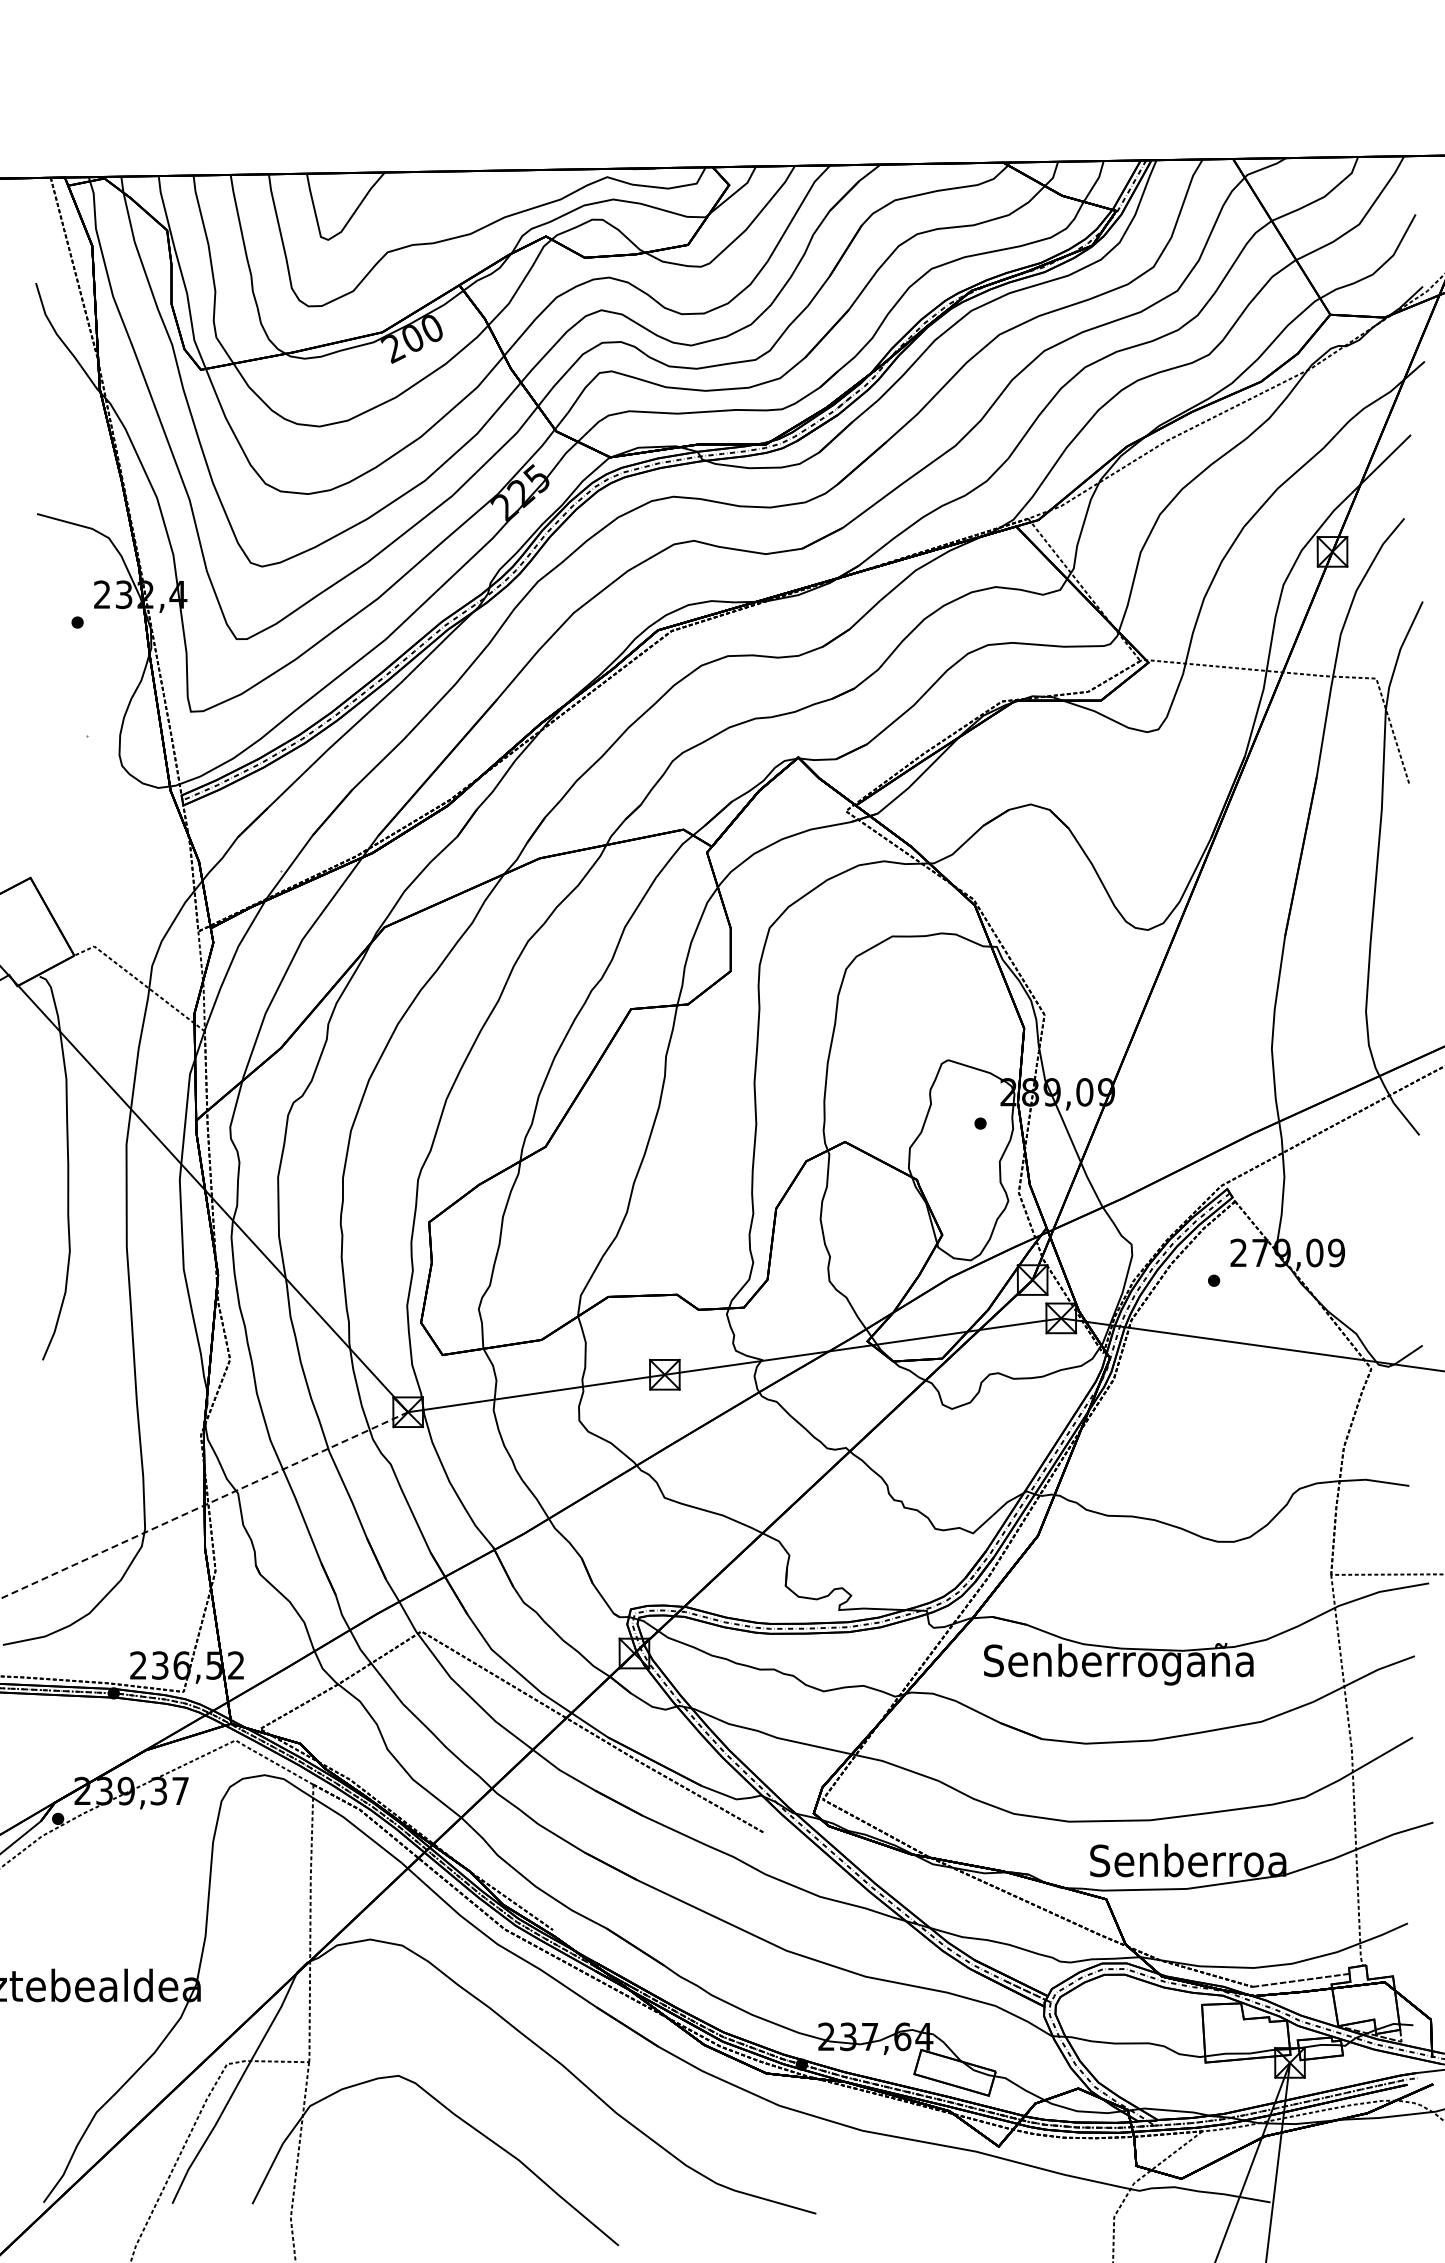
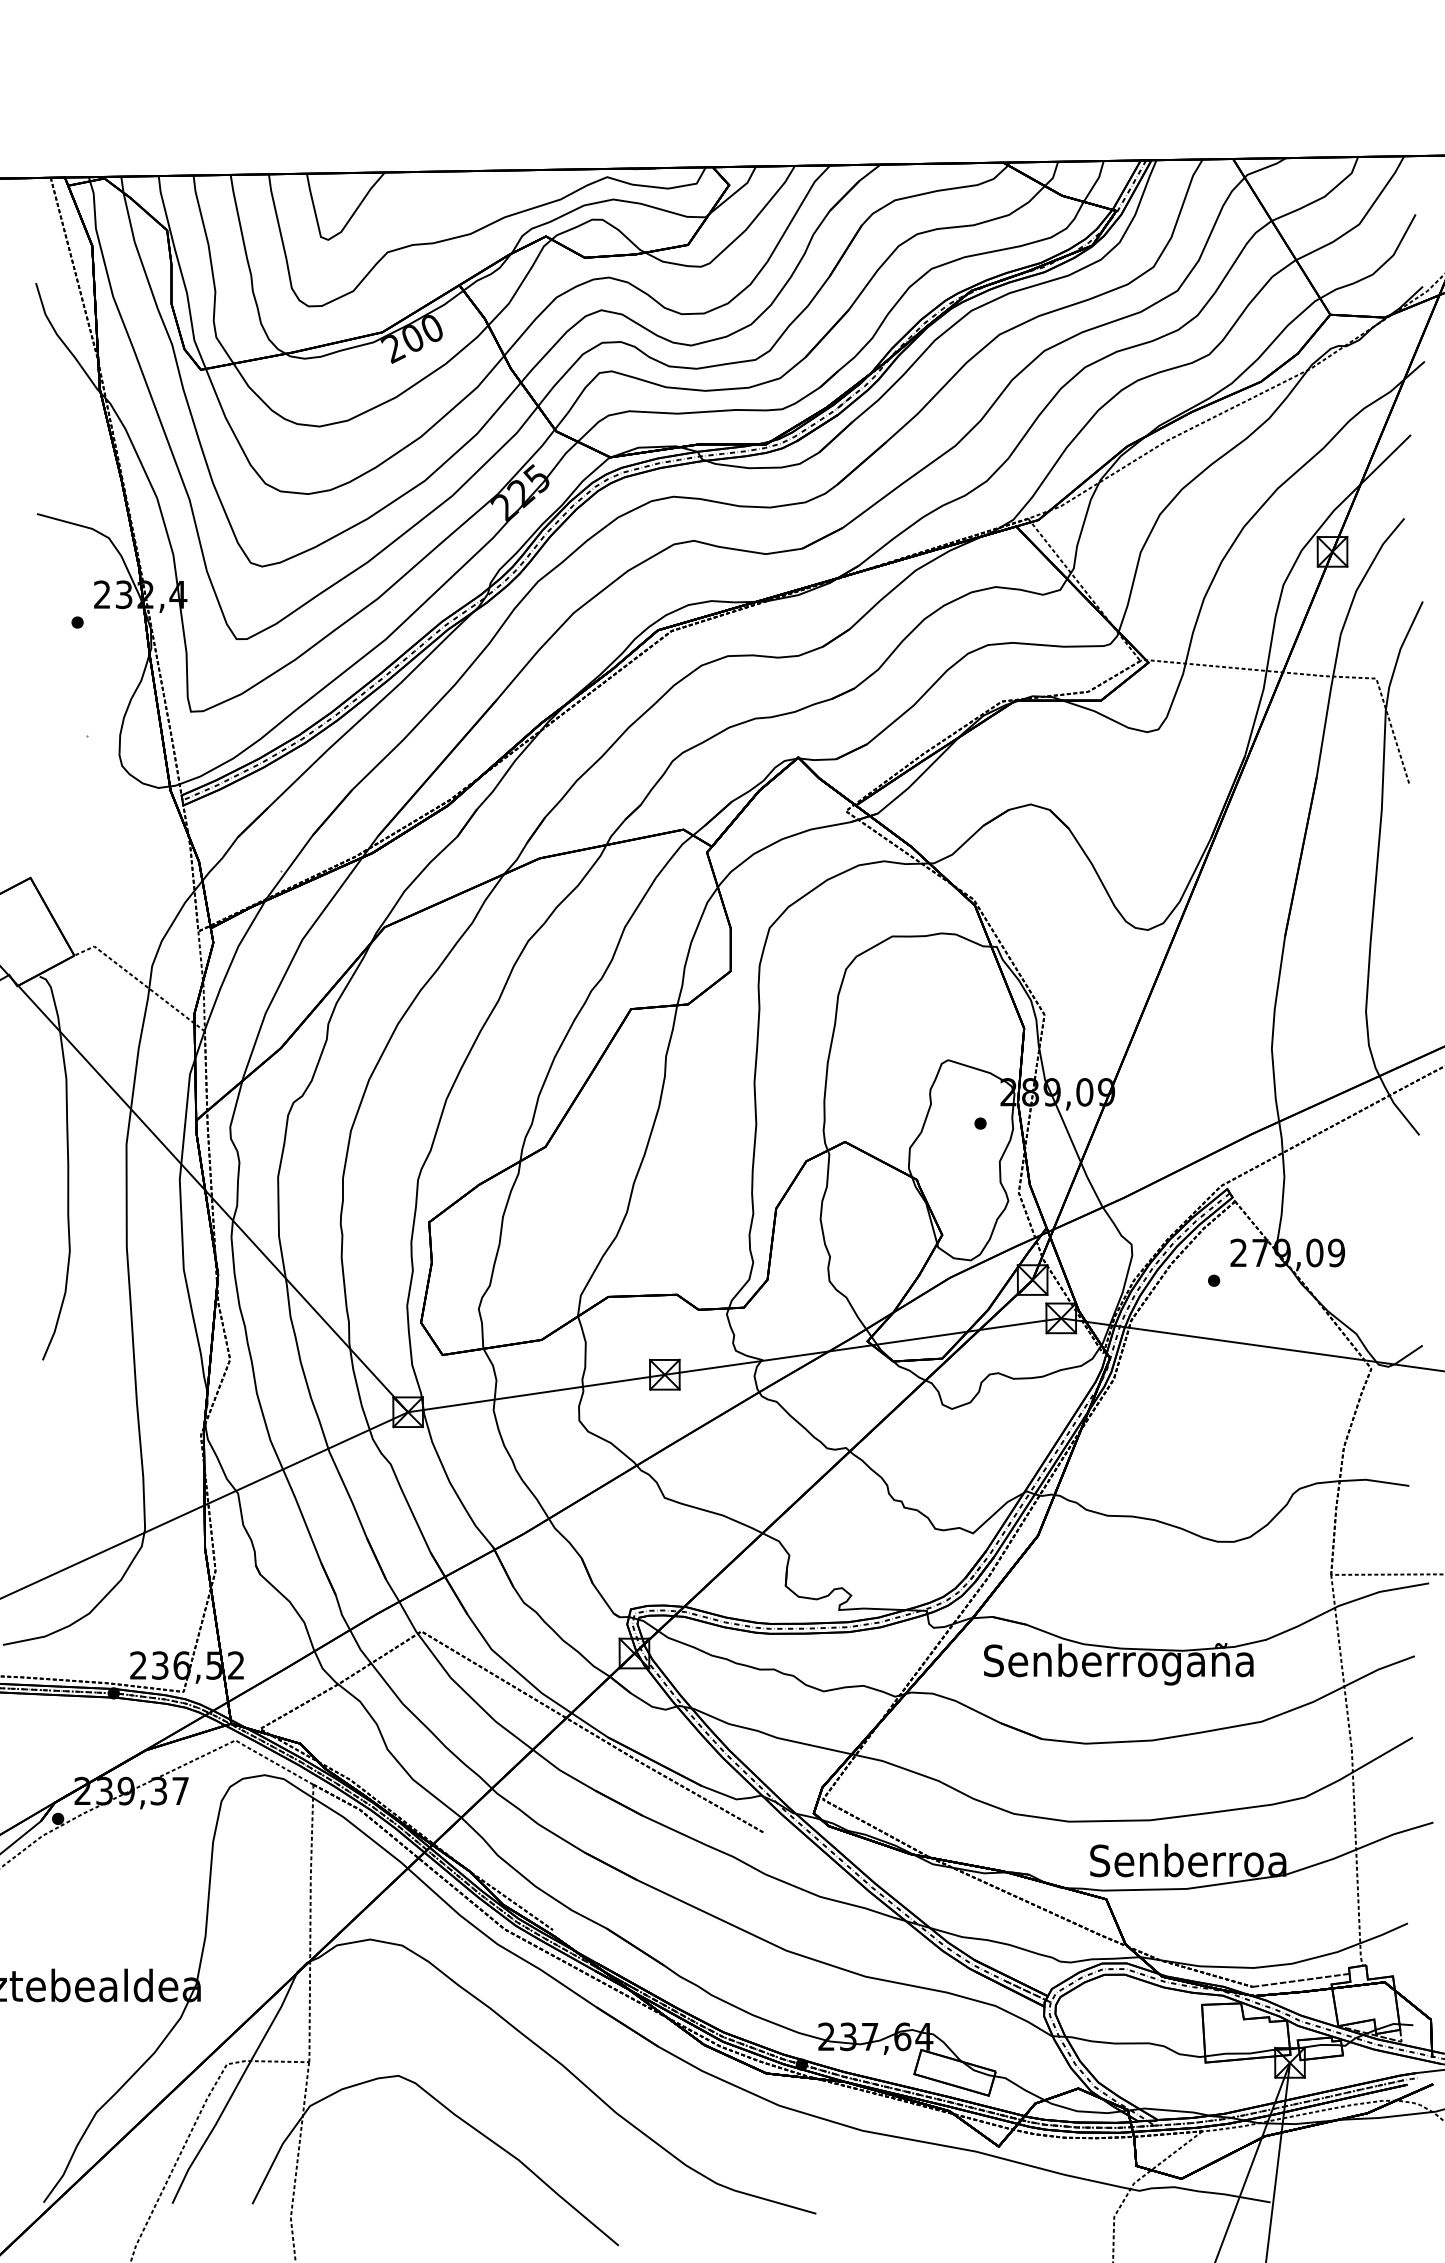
line at (204, 1505): dashed -> solid
